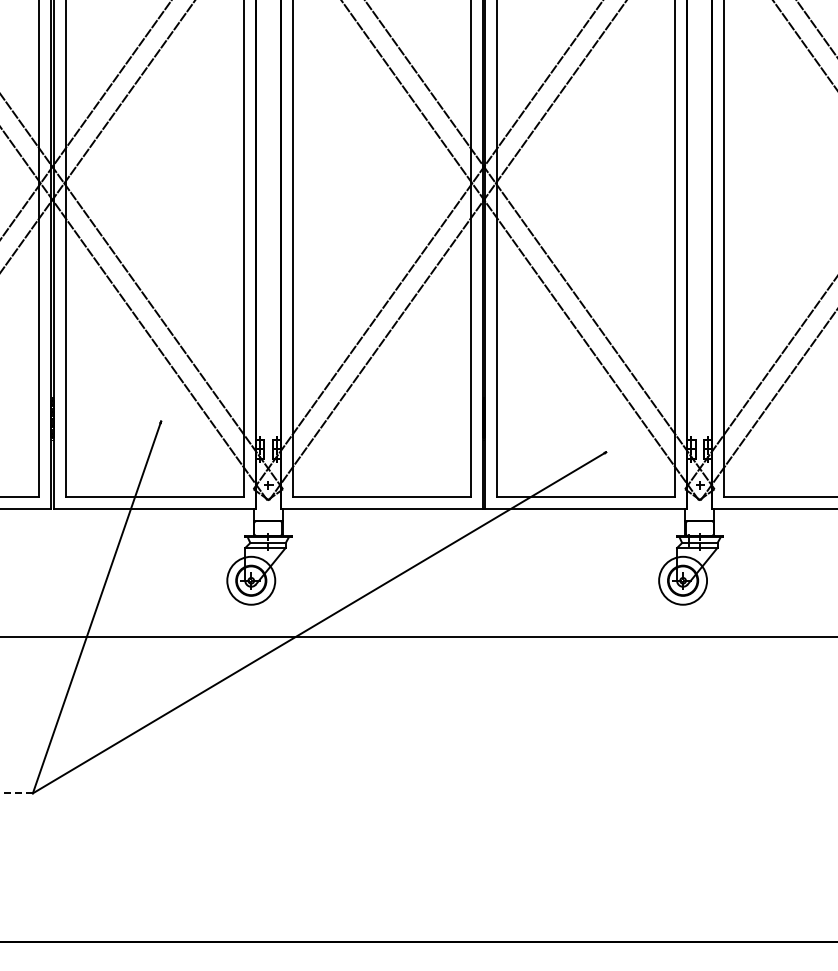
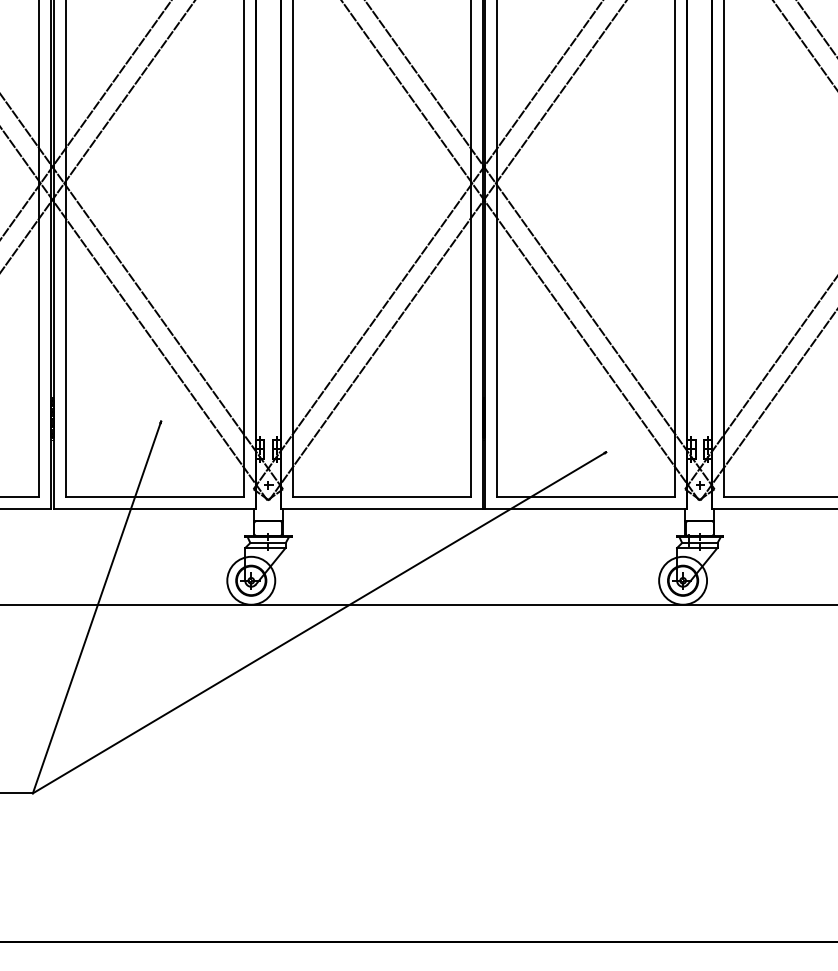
line at (418, 636) position: (418, 636) -> (418, 604)
line at (16, 793): dashed -> solid
